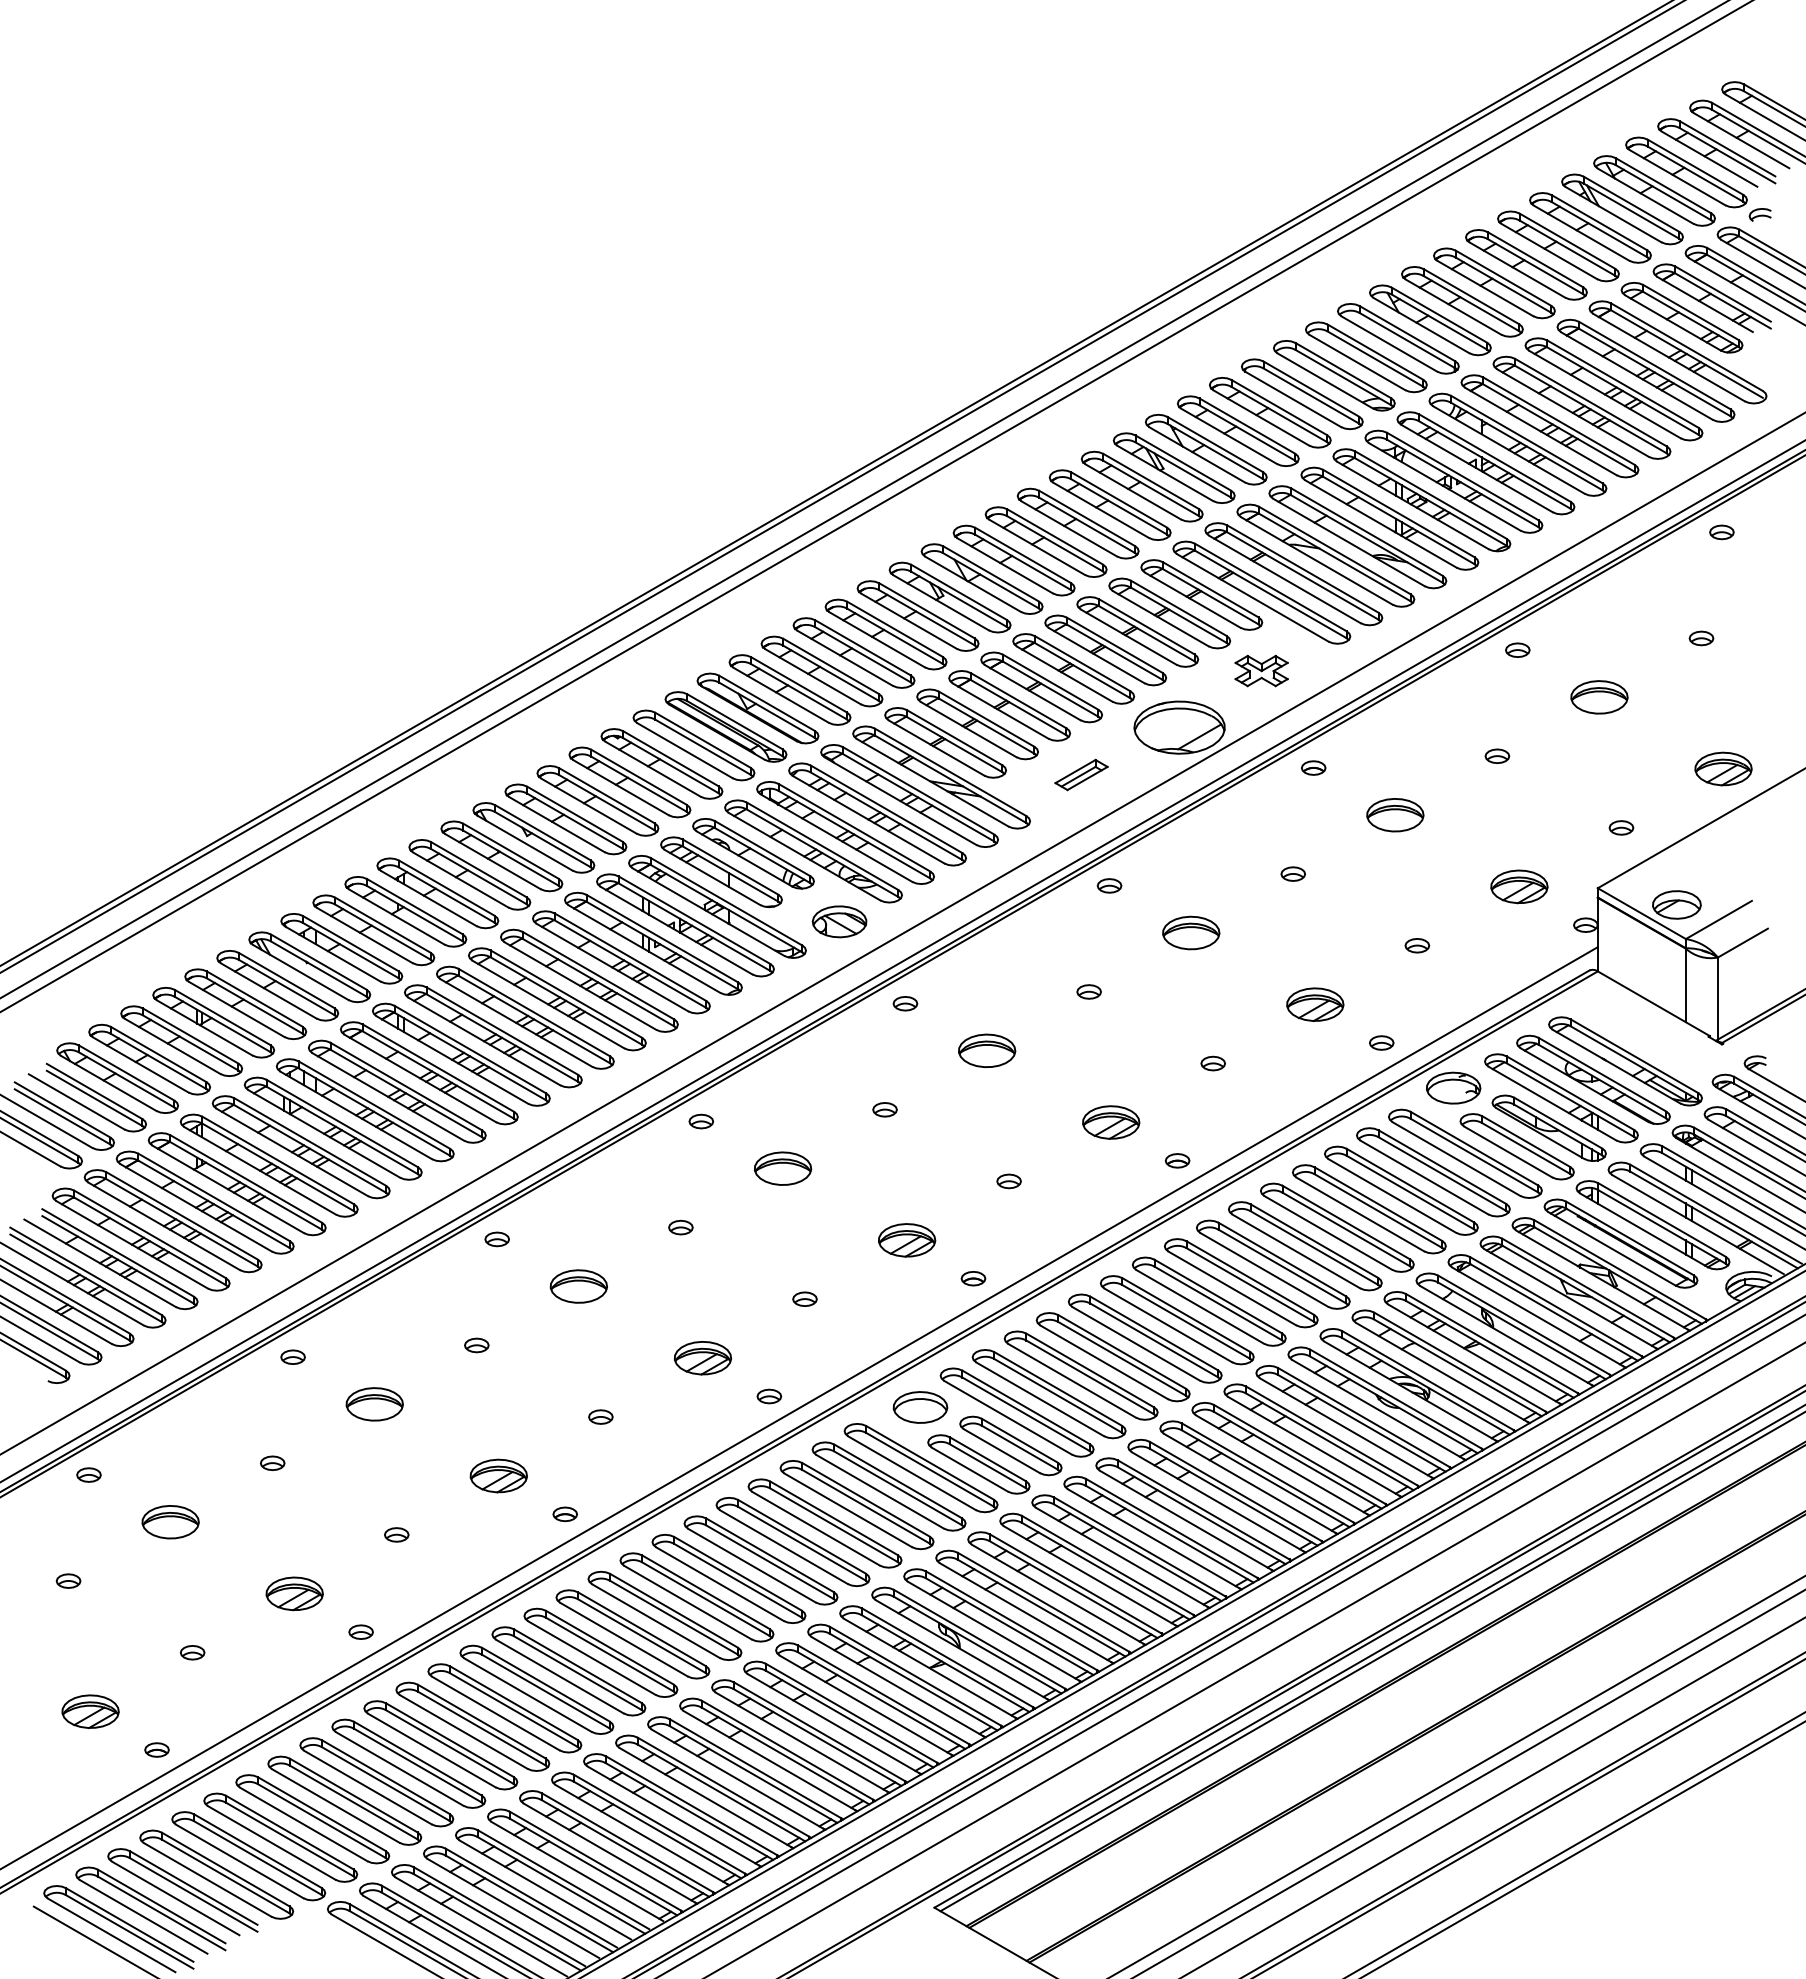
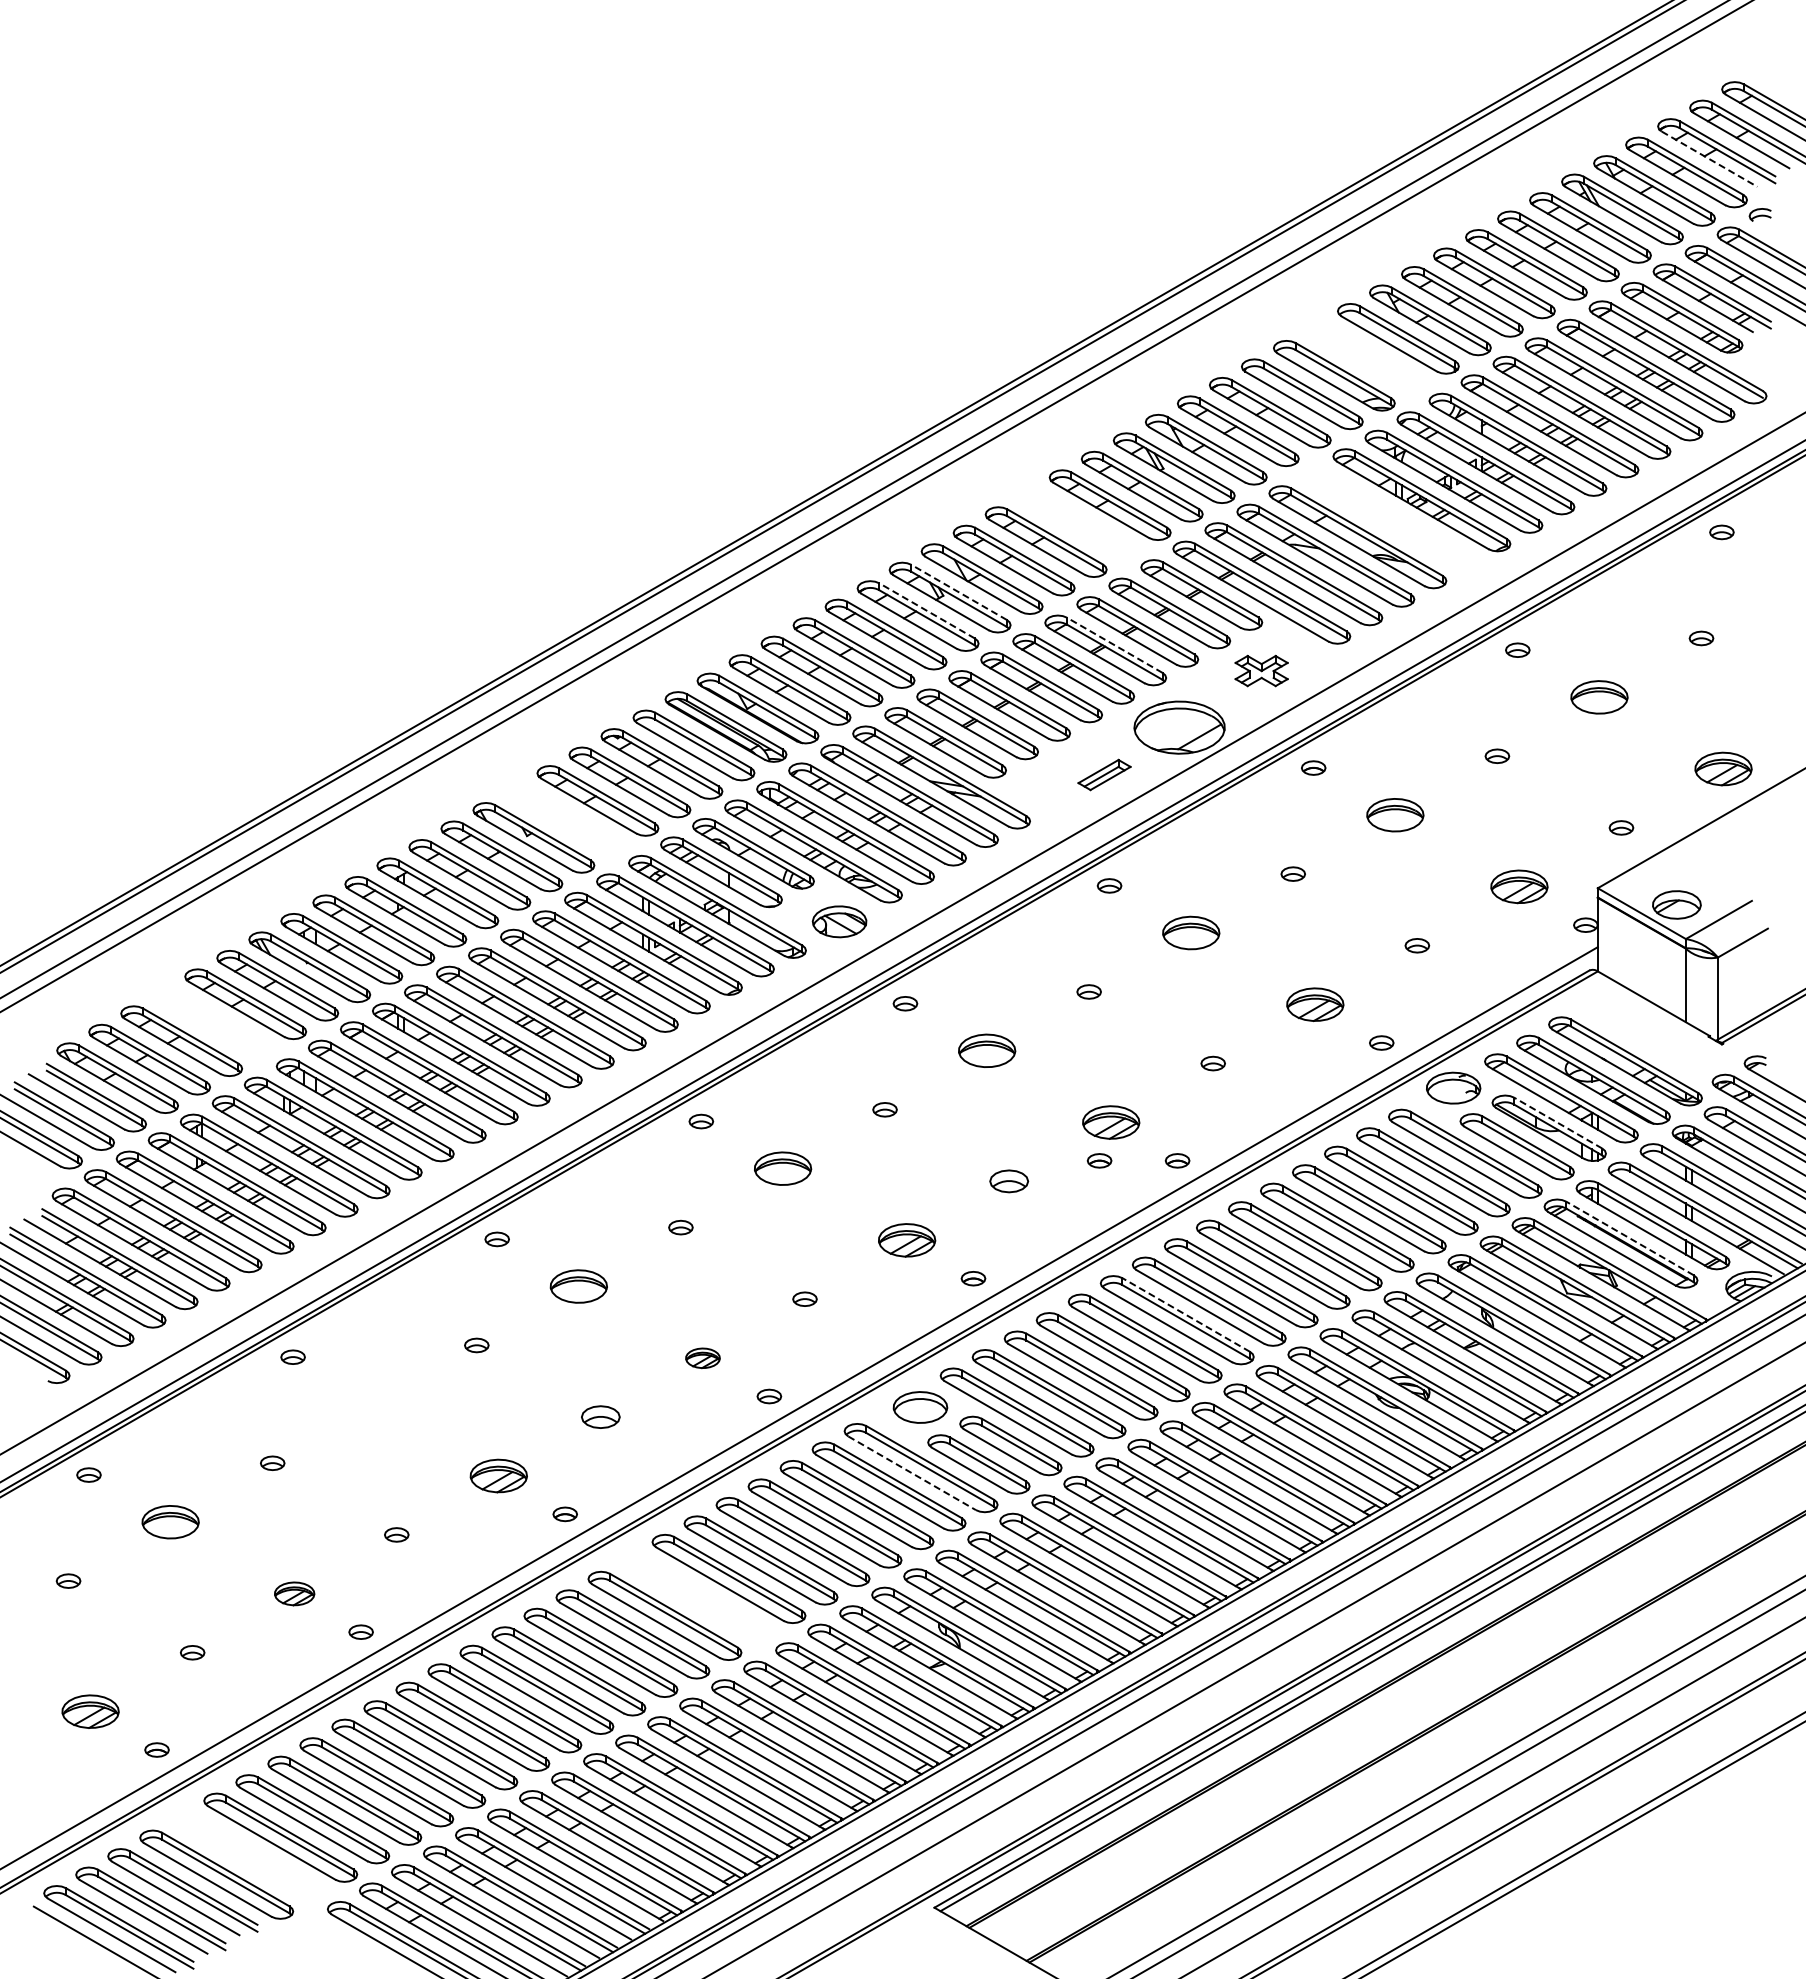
line at (1709, 159): solid -> dashed
part at (1366, 357): present -> none
part at (1389, 518): present -> none
part at (1077, 523): present -> none
line at (958, 592): solid -> dashed
line at (926, 610): solid -> dashed
line at (1114, 645): solid -> dashed
part at (1081, 774) position: (1081, 774) -> (1104, 774)
part at (565, 819): present -> none
part at (213, 1022): present -> none
line at (1558, 1123): solid -> dashed
part at (1099, 1160): none -> present
part at (1008, 1181) size: 26x17 px -> 41x25 px
line at (1630, 1238): solid -> dashed
line at (1186, 1315): solid -> dashed
part at (702, 1358) size: 60x35 px -> 36x23 px
part at (374, 1404): present -> none
part at (600, 1416) size: 26x16 px -> 40x24 px
line at (912, 1473): solid -> dashed
part at (294, 1593) size: 59x36 px -> 42x26 px
part at (696, 1597): present -> none
part at (248, 1856): present -> none
